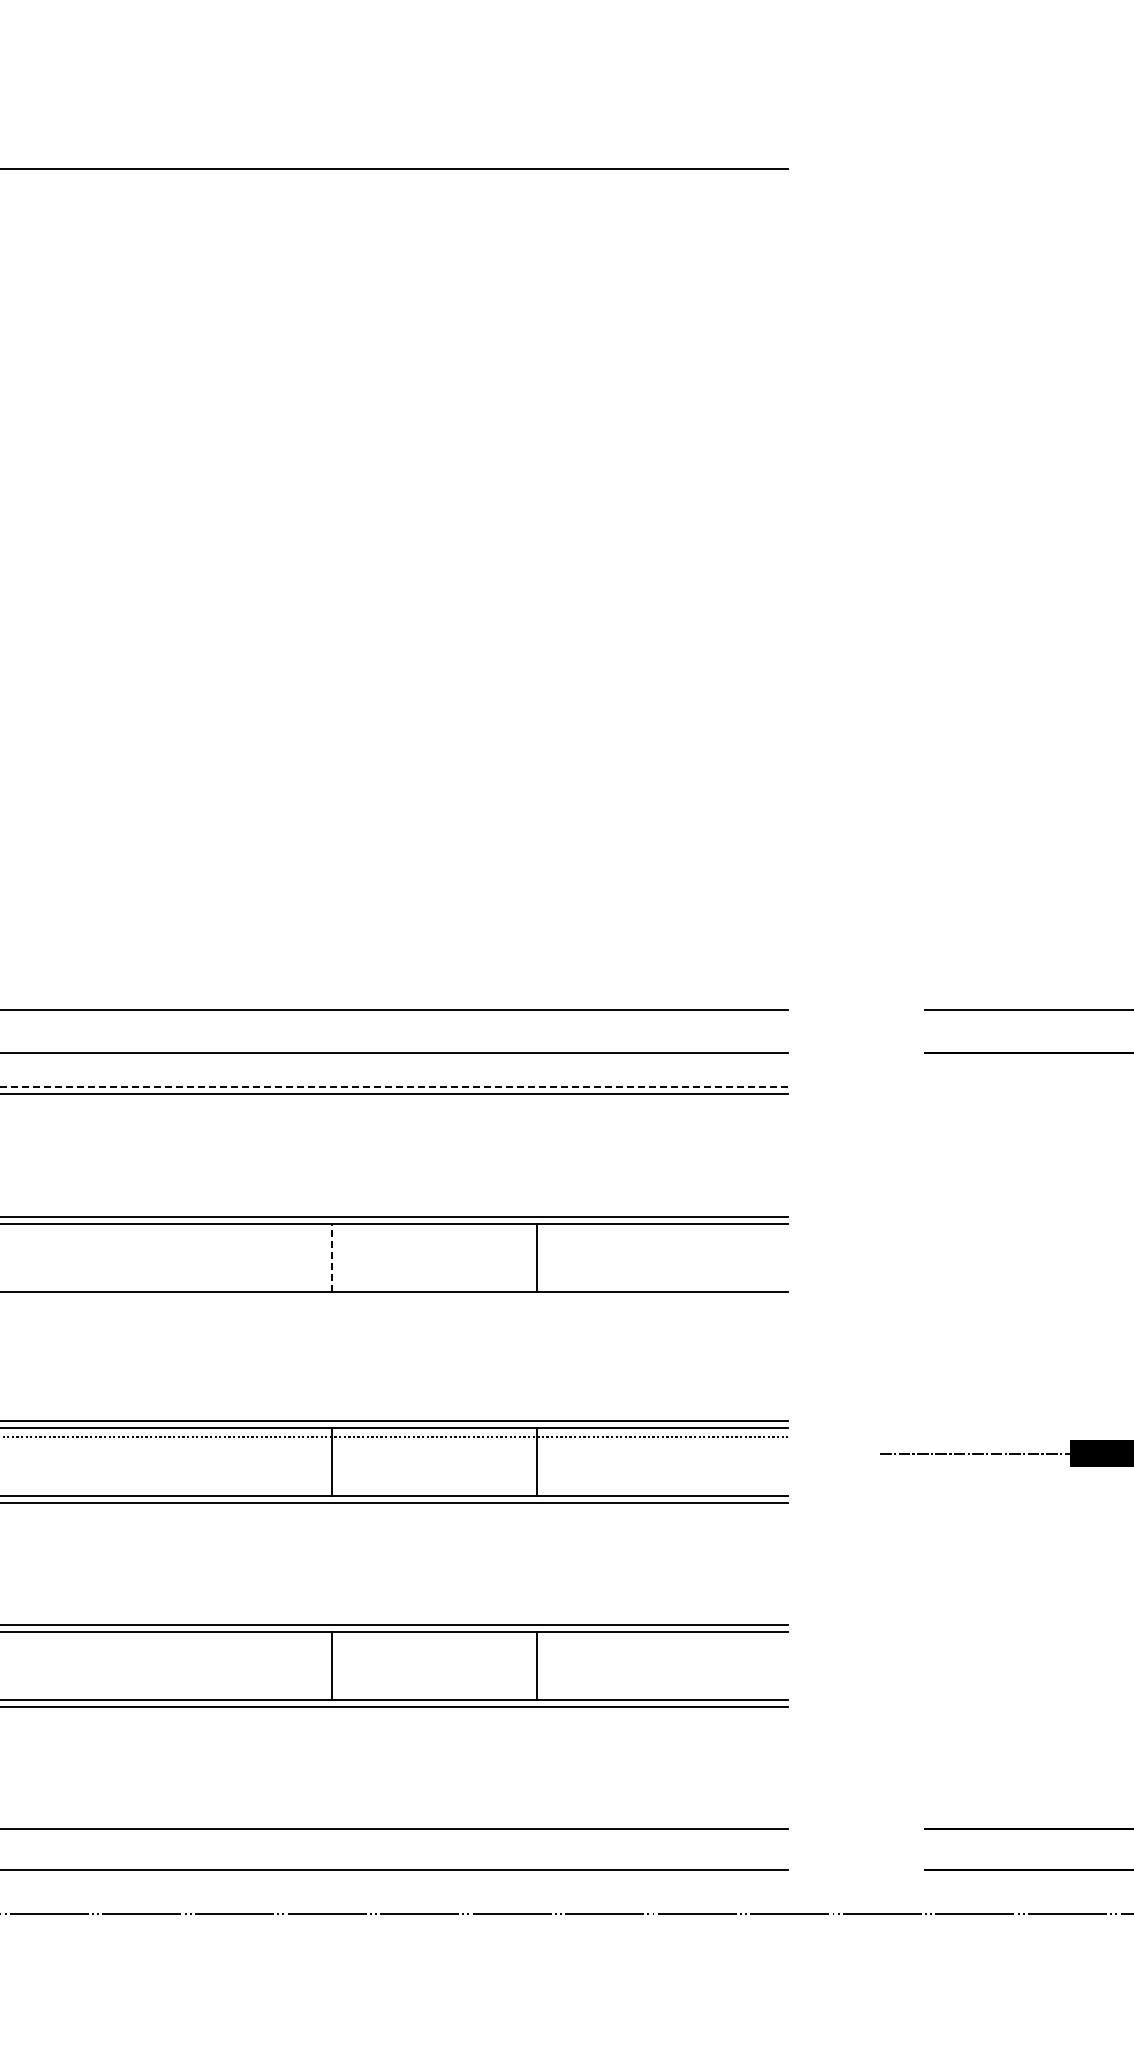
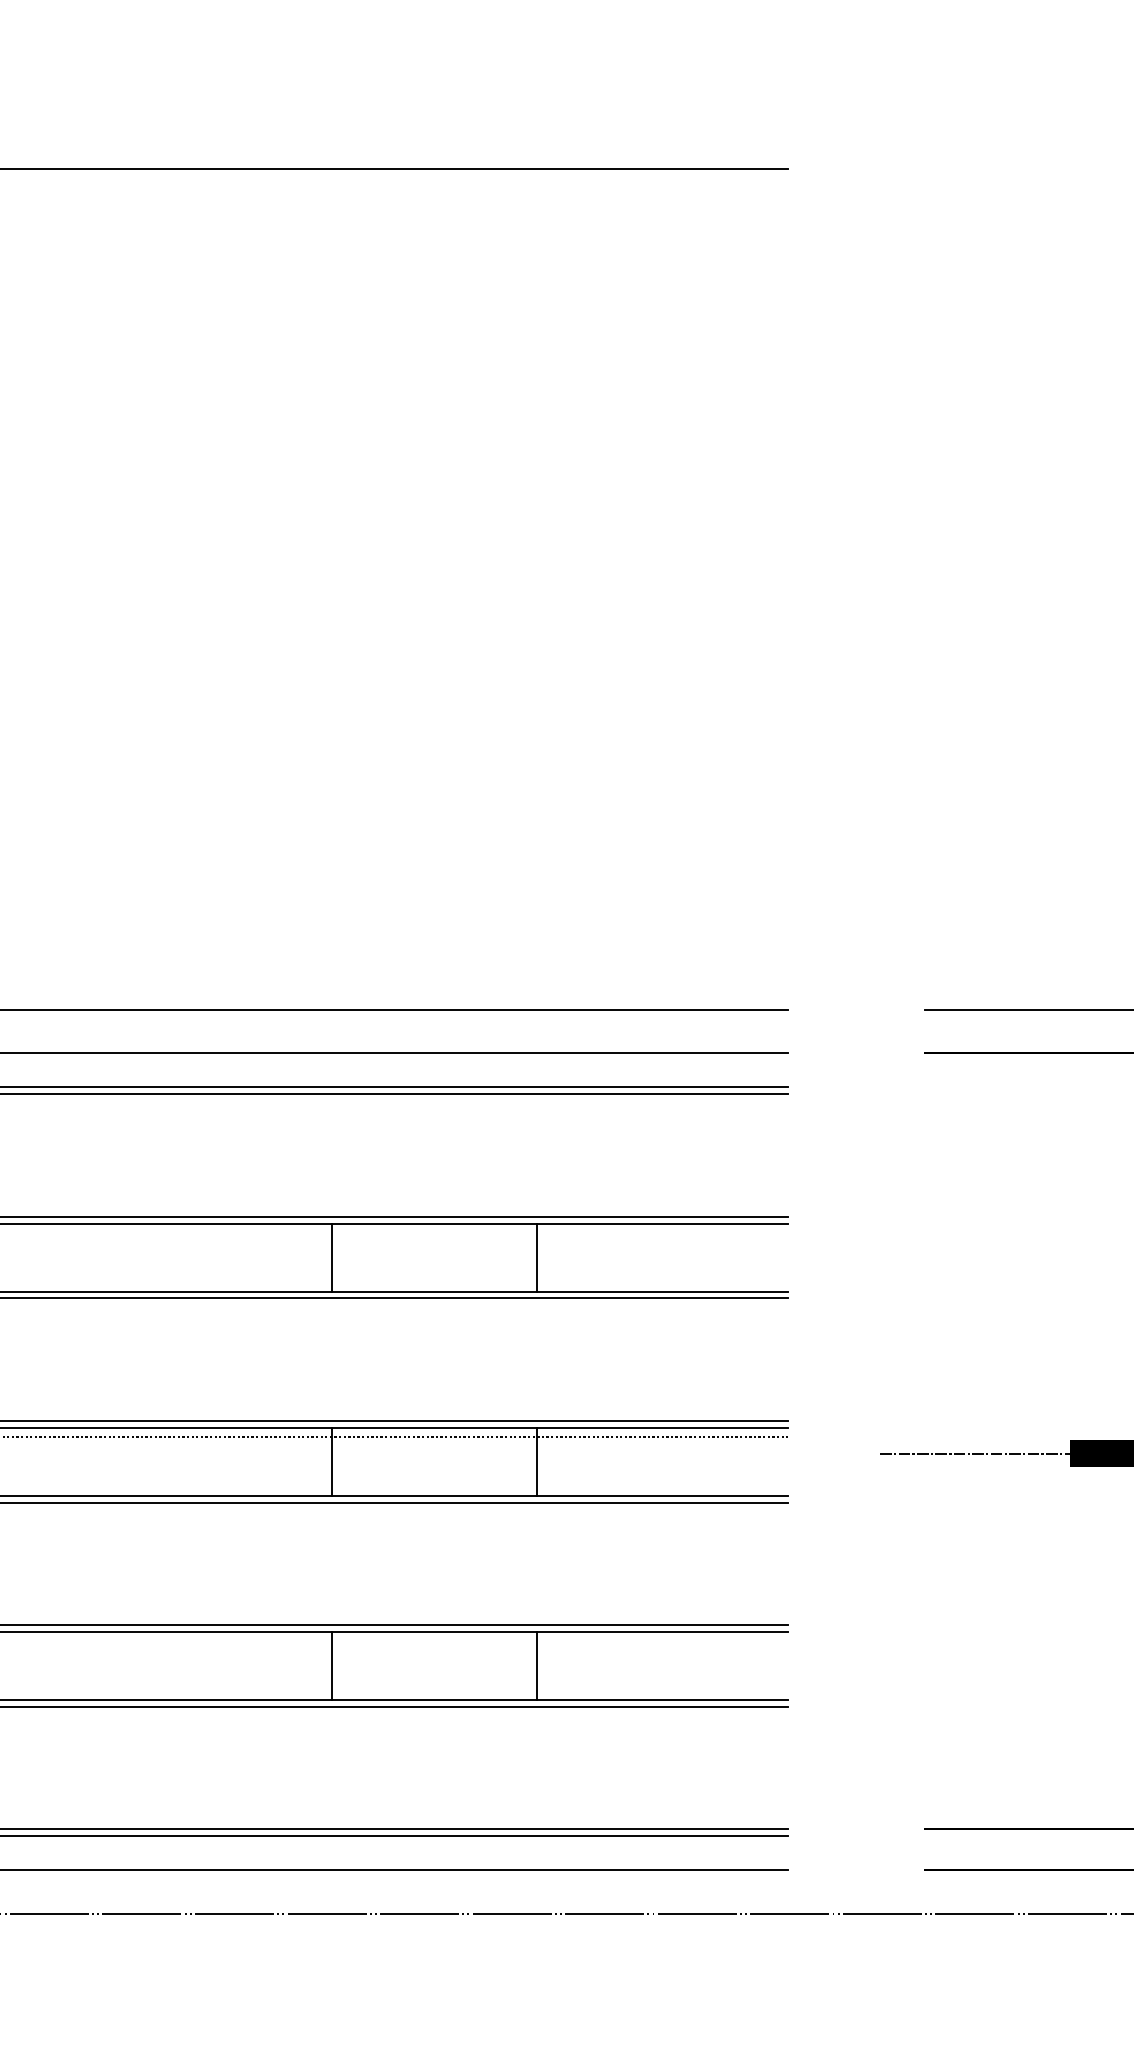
line at (394, 1087): dashed -> solid
line at (332, 1257): dashed -> solid
line at (395, 1298): none -> present
line at (395, 1836): none -> present
